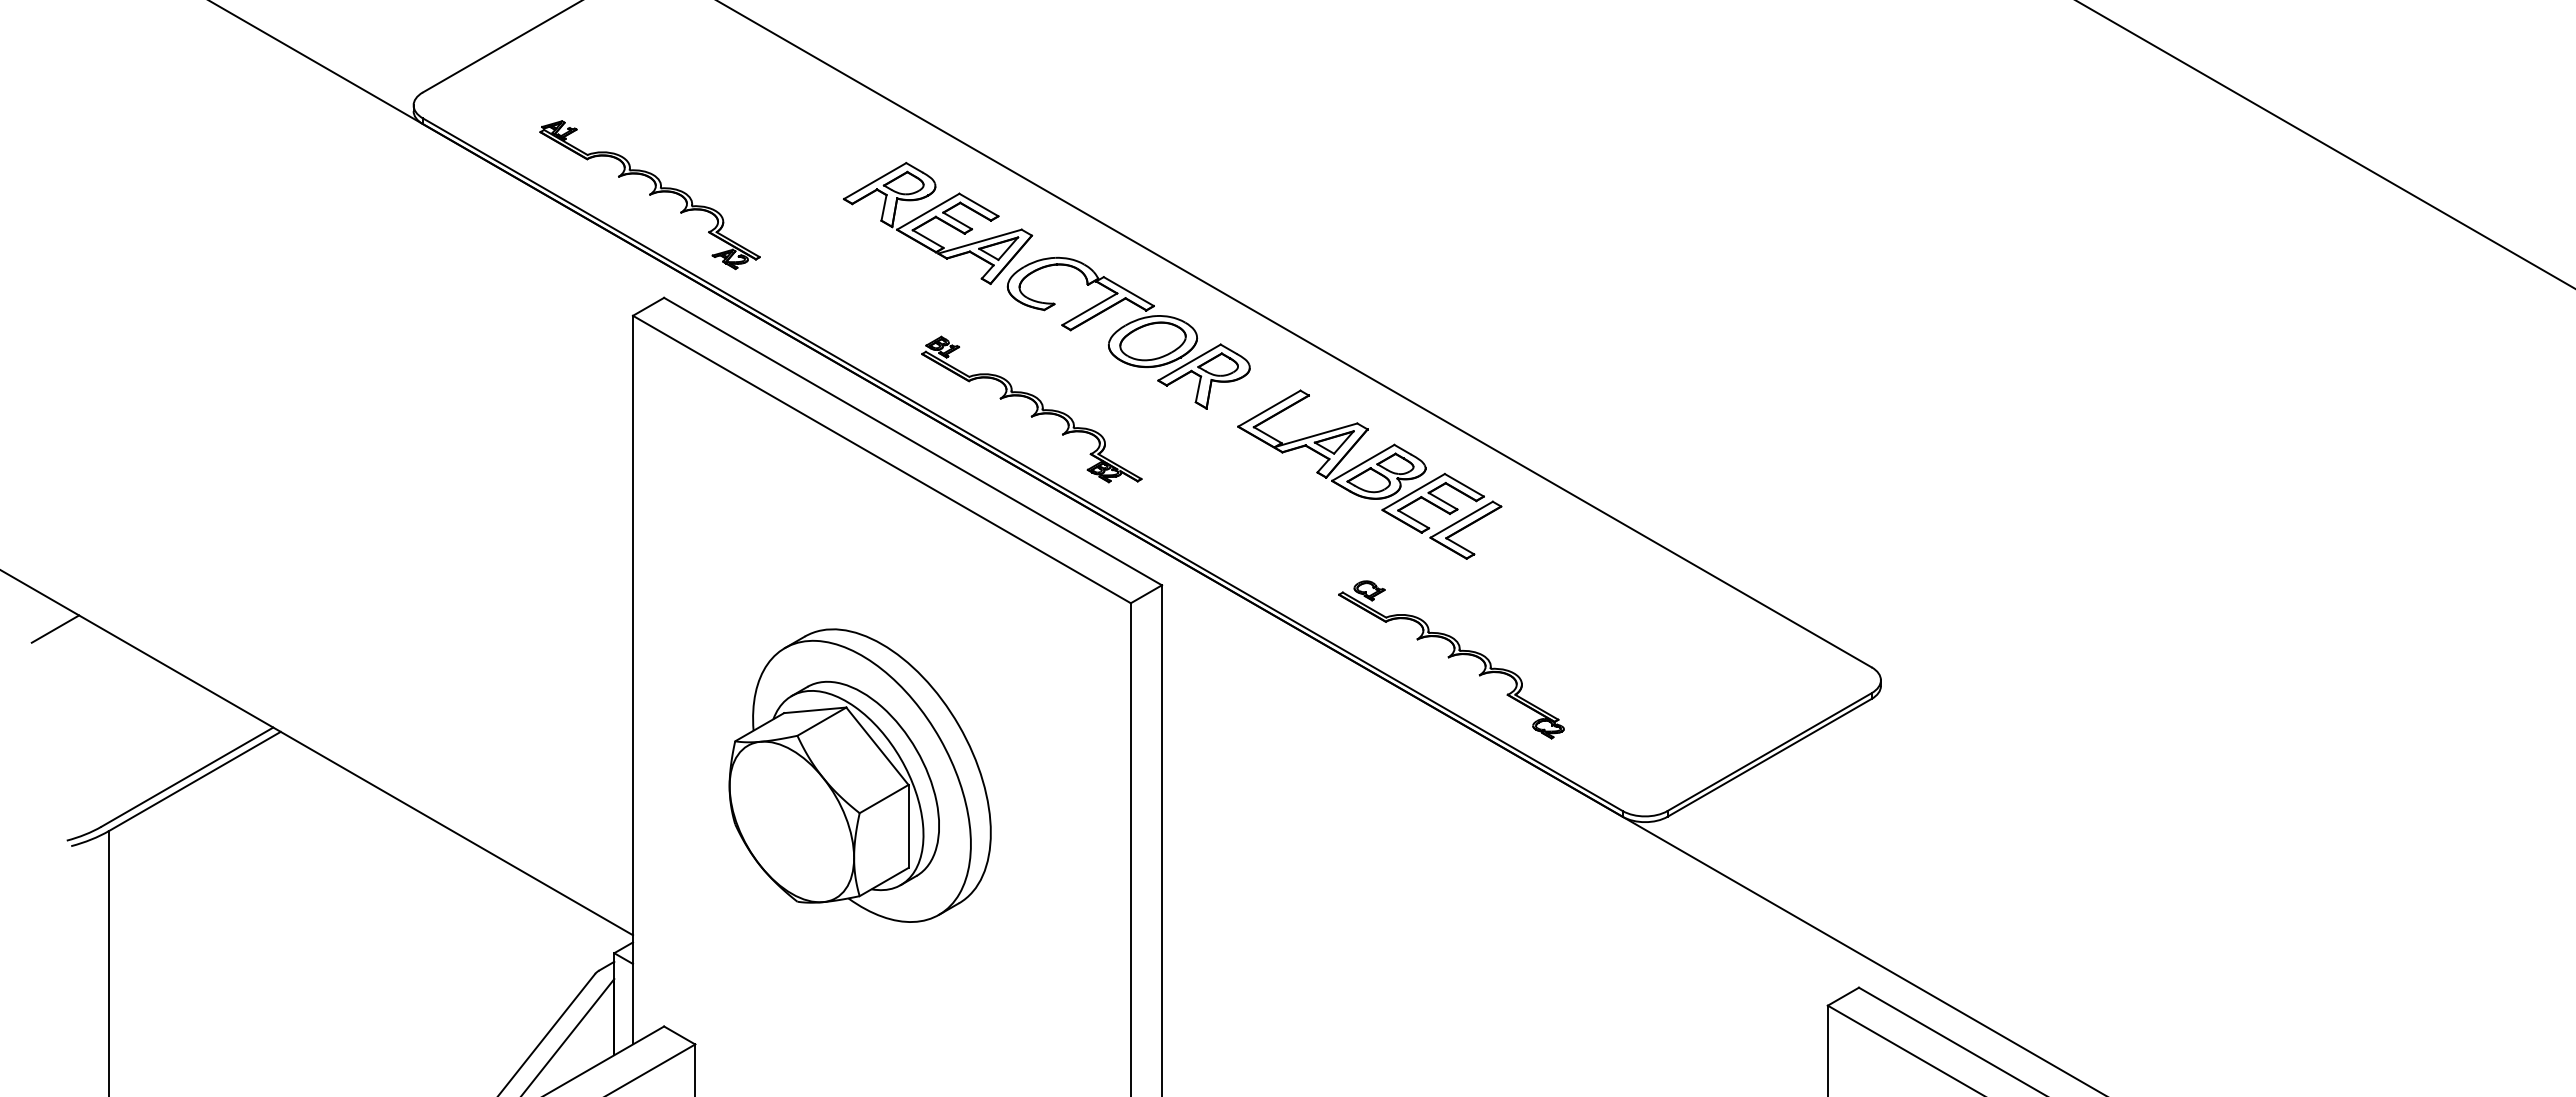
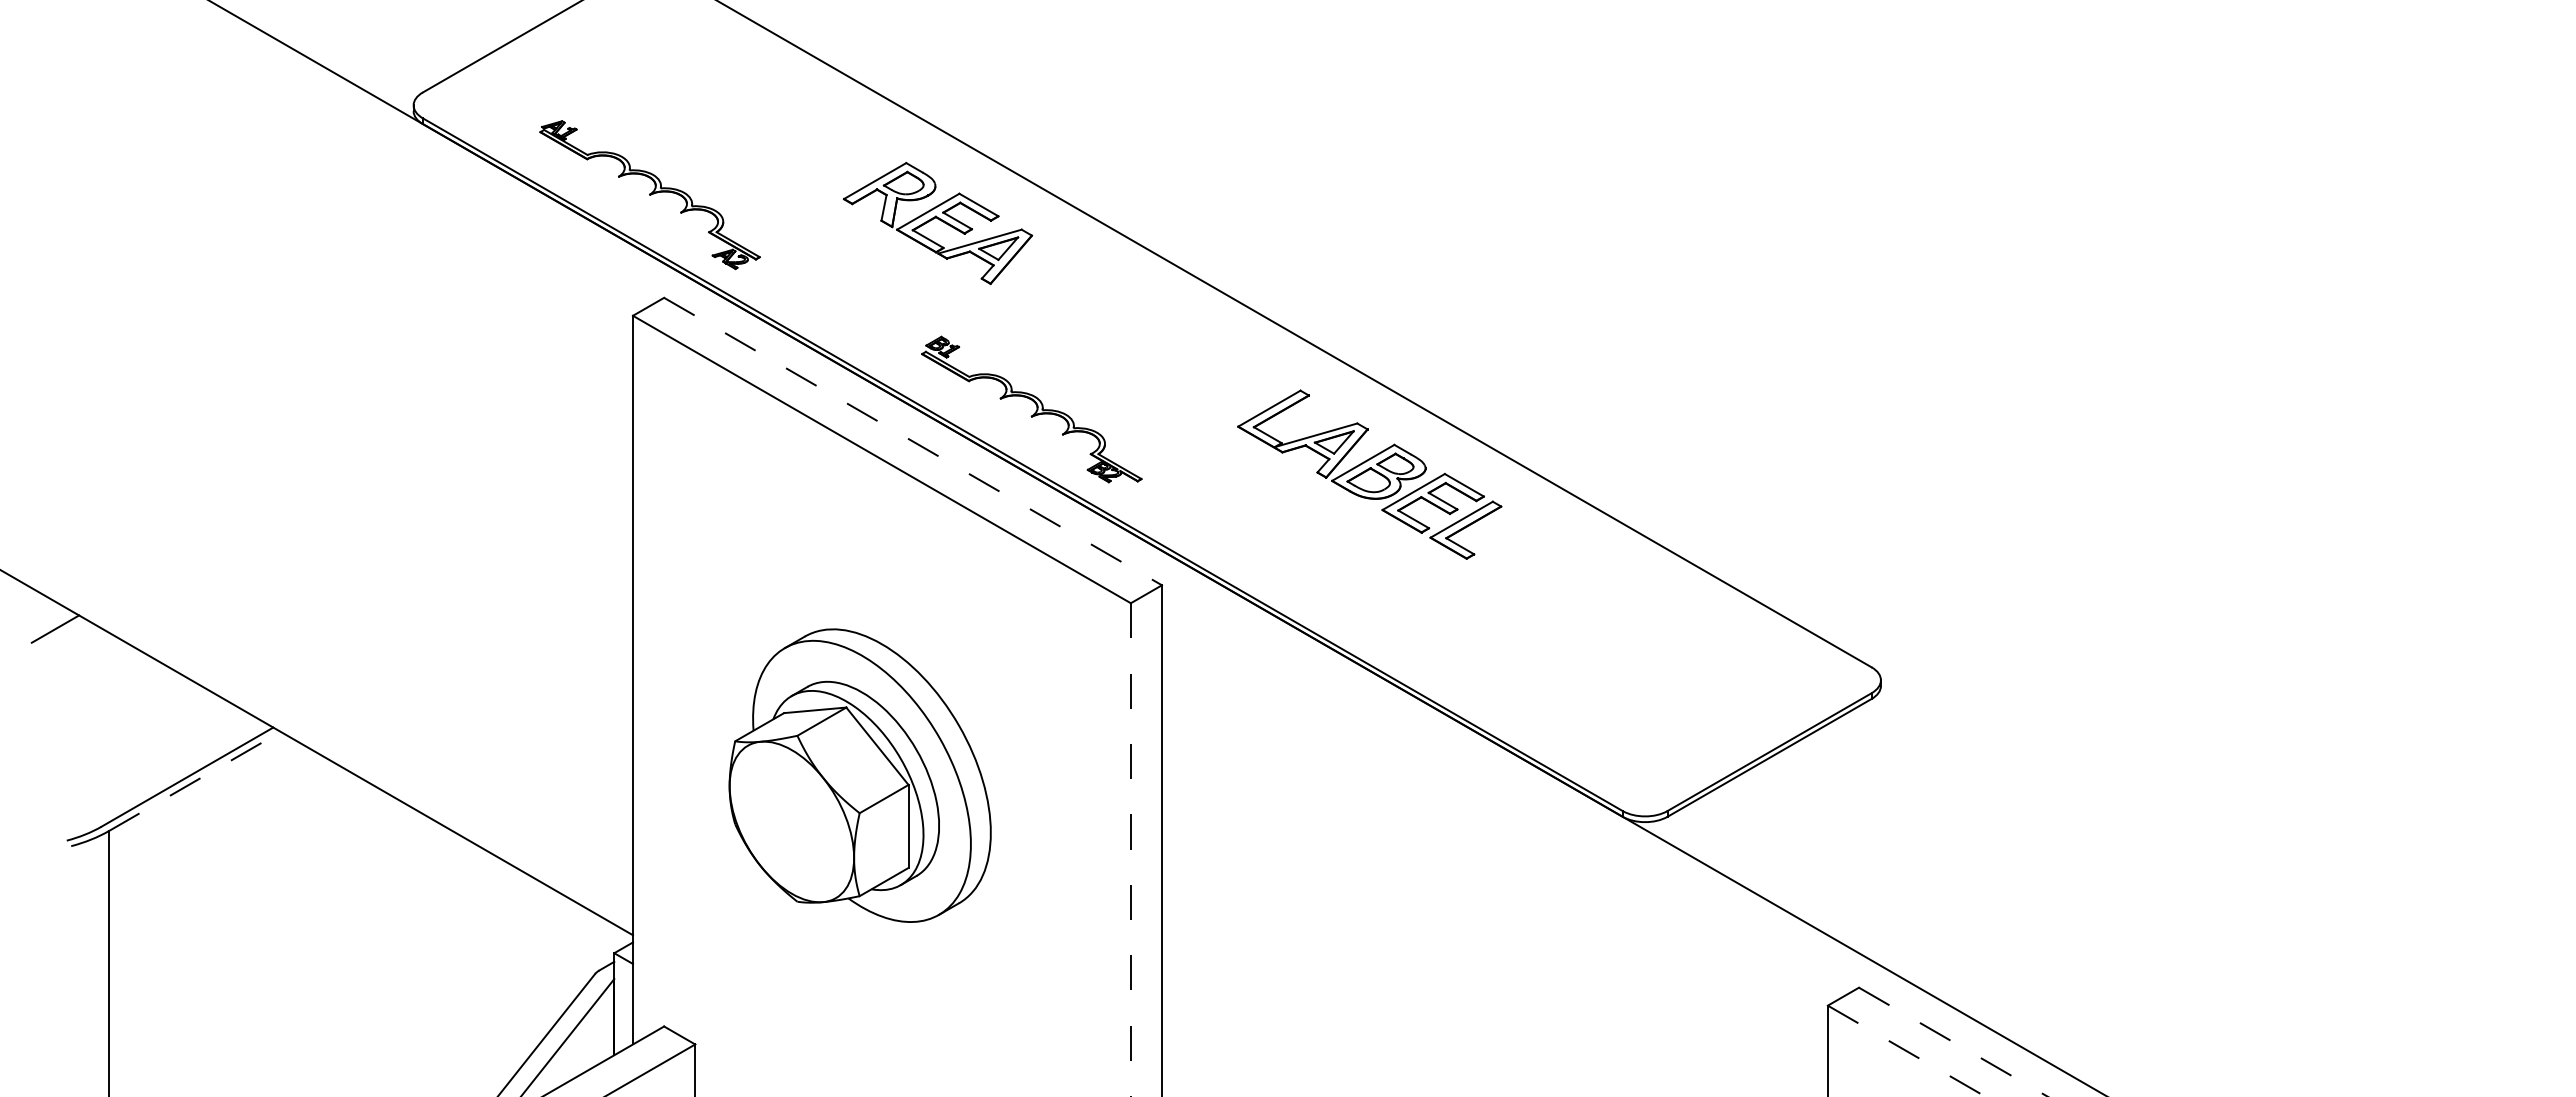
line at (2325, 144): present -> none
part at (1128, 332): present -> none
line at (913, 441): solid -> dashed
part at (1451, 659): present -> none
line at (195, 781): solid -> dashed
line at (1130, 849): solid -> dashed
line at (1953, 1042): solid -> dashed
line at (1906, 1051): solid -> dashed
